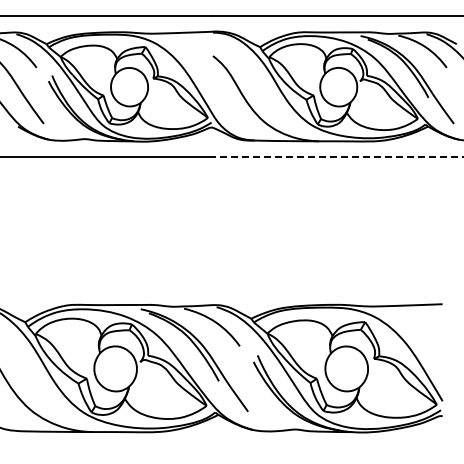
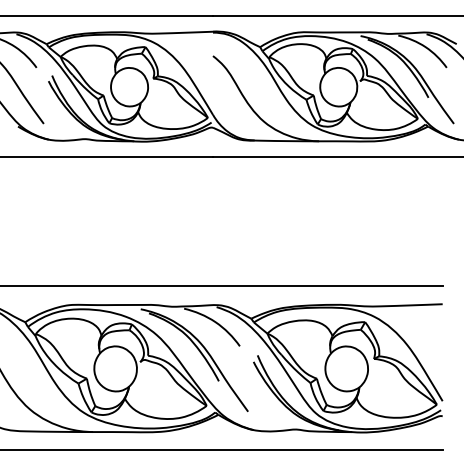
line at (337, 156): dashed -> solid
line at (222, 285): none -> present
line at (222, 450): none -> present
